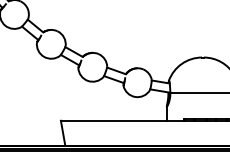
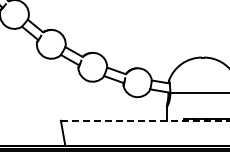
line at (145, 120): solid -> dashed
